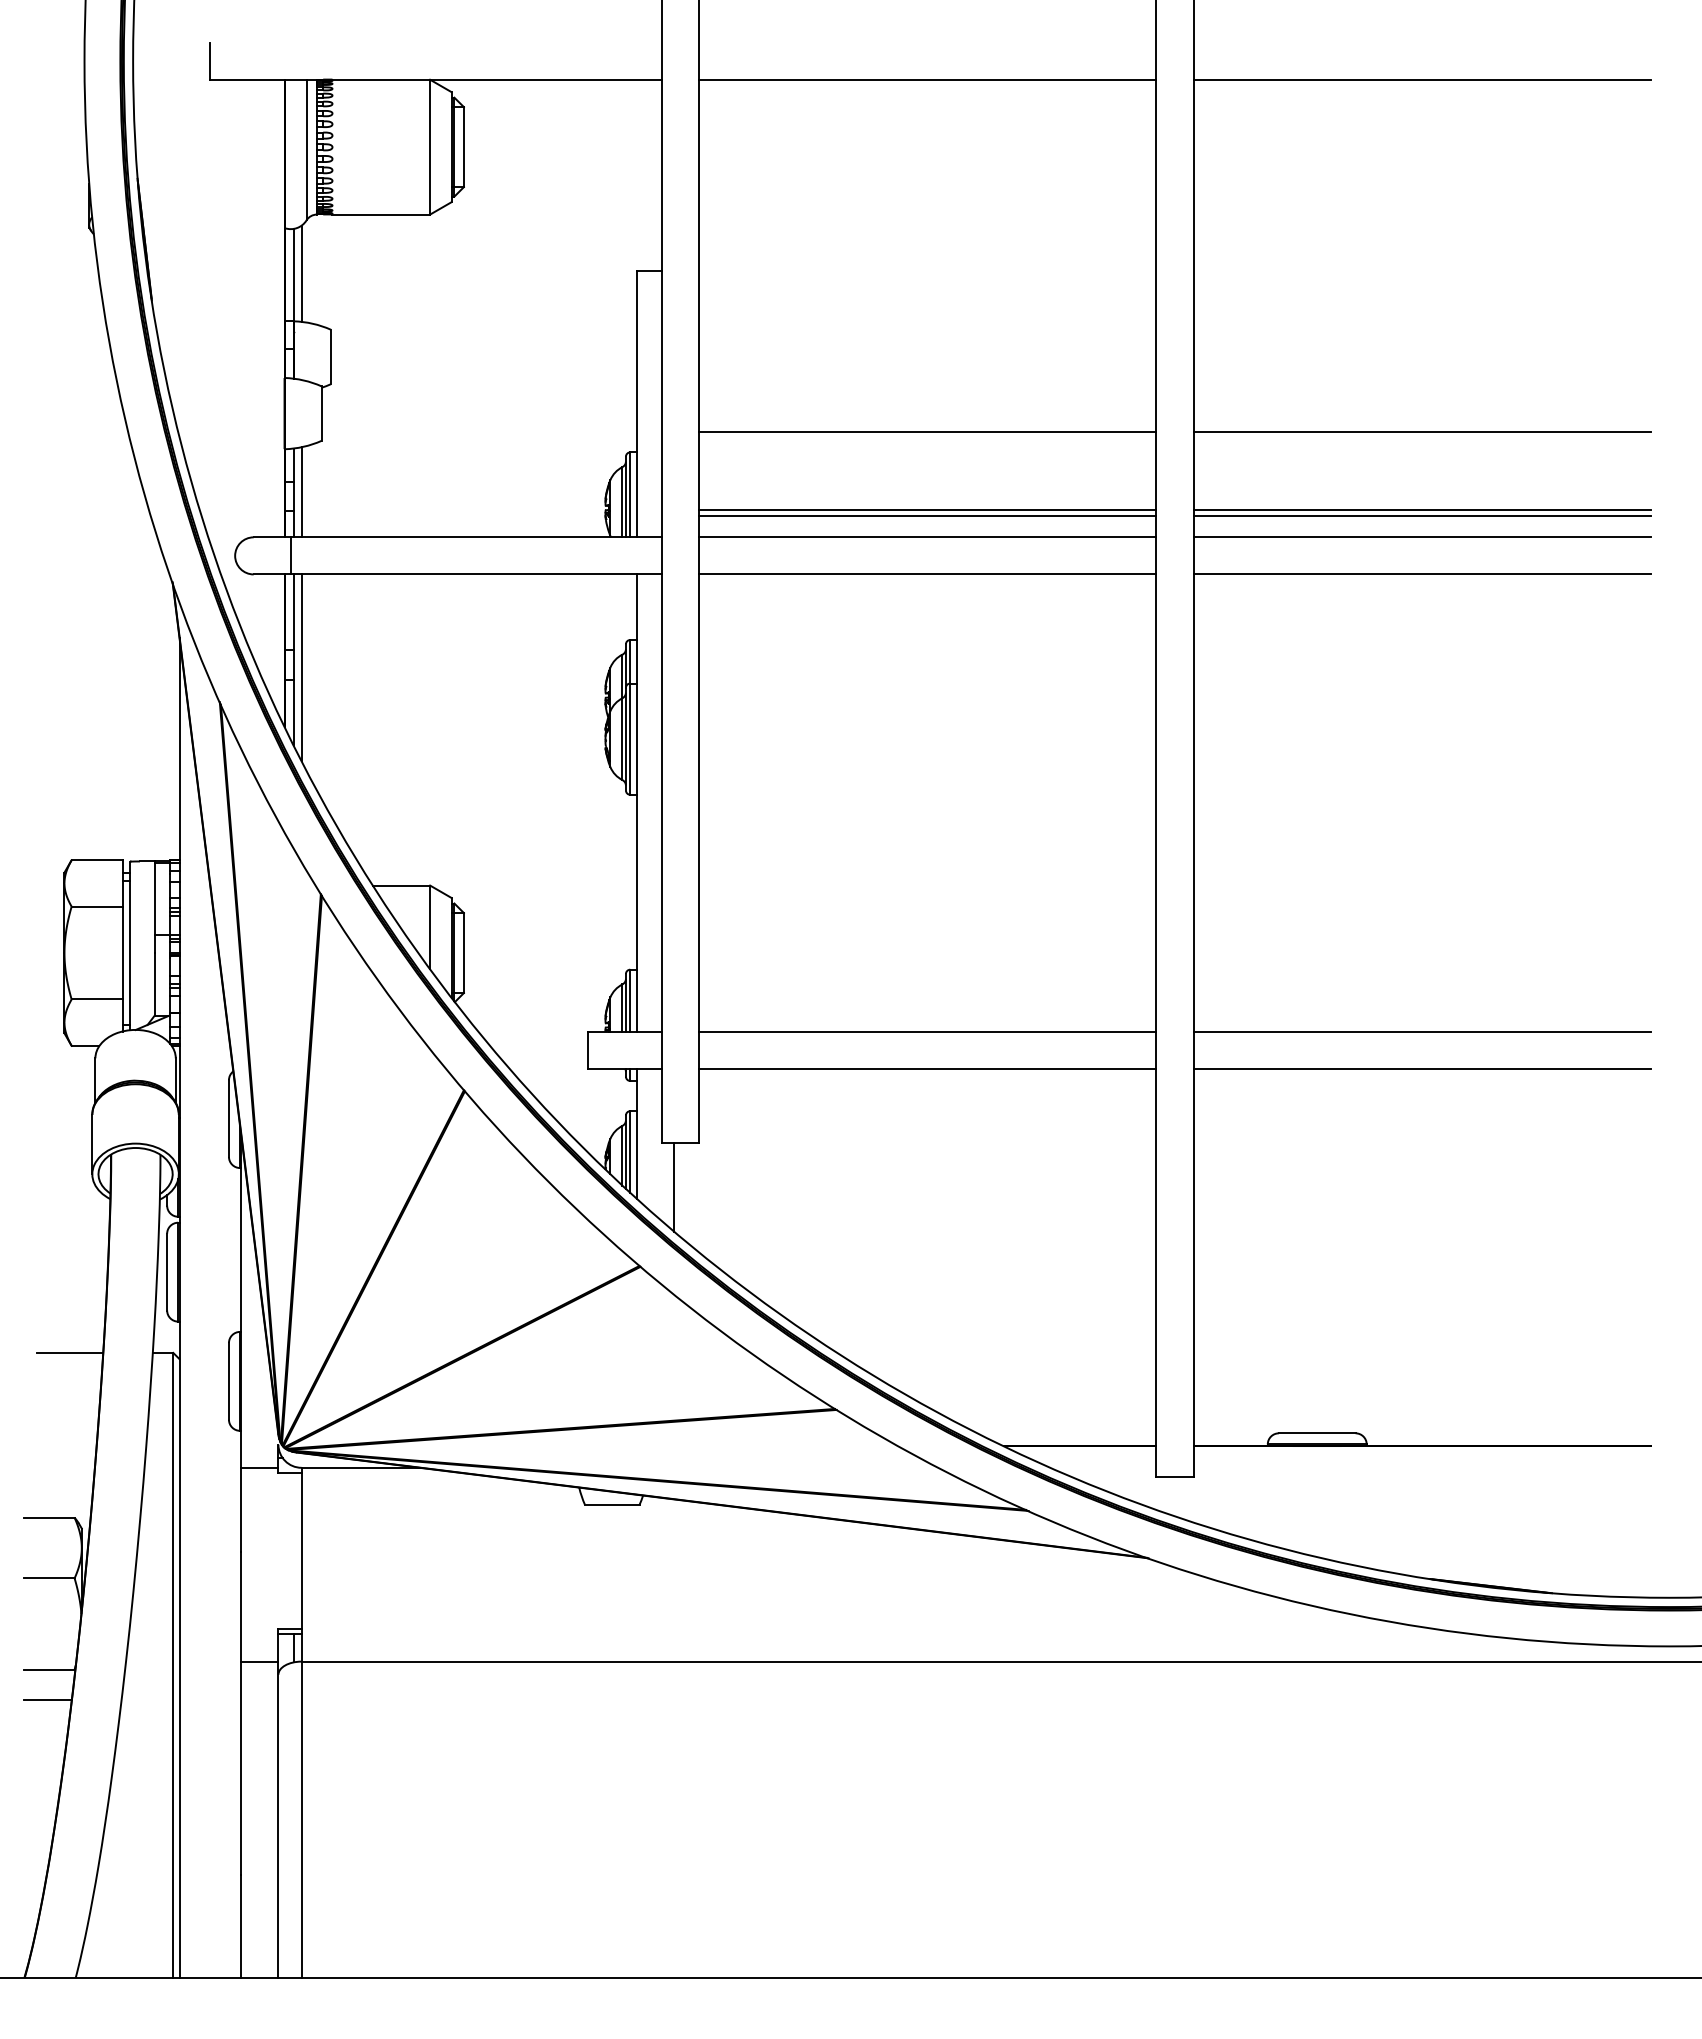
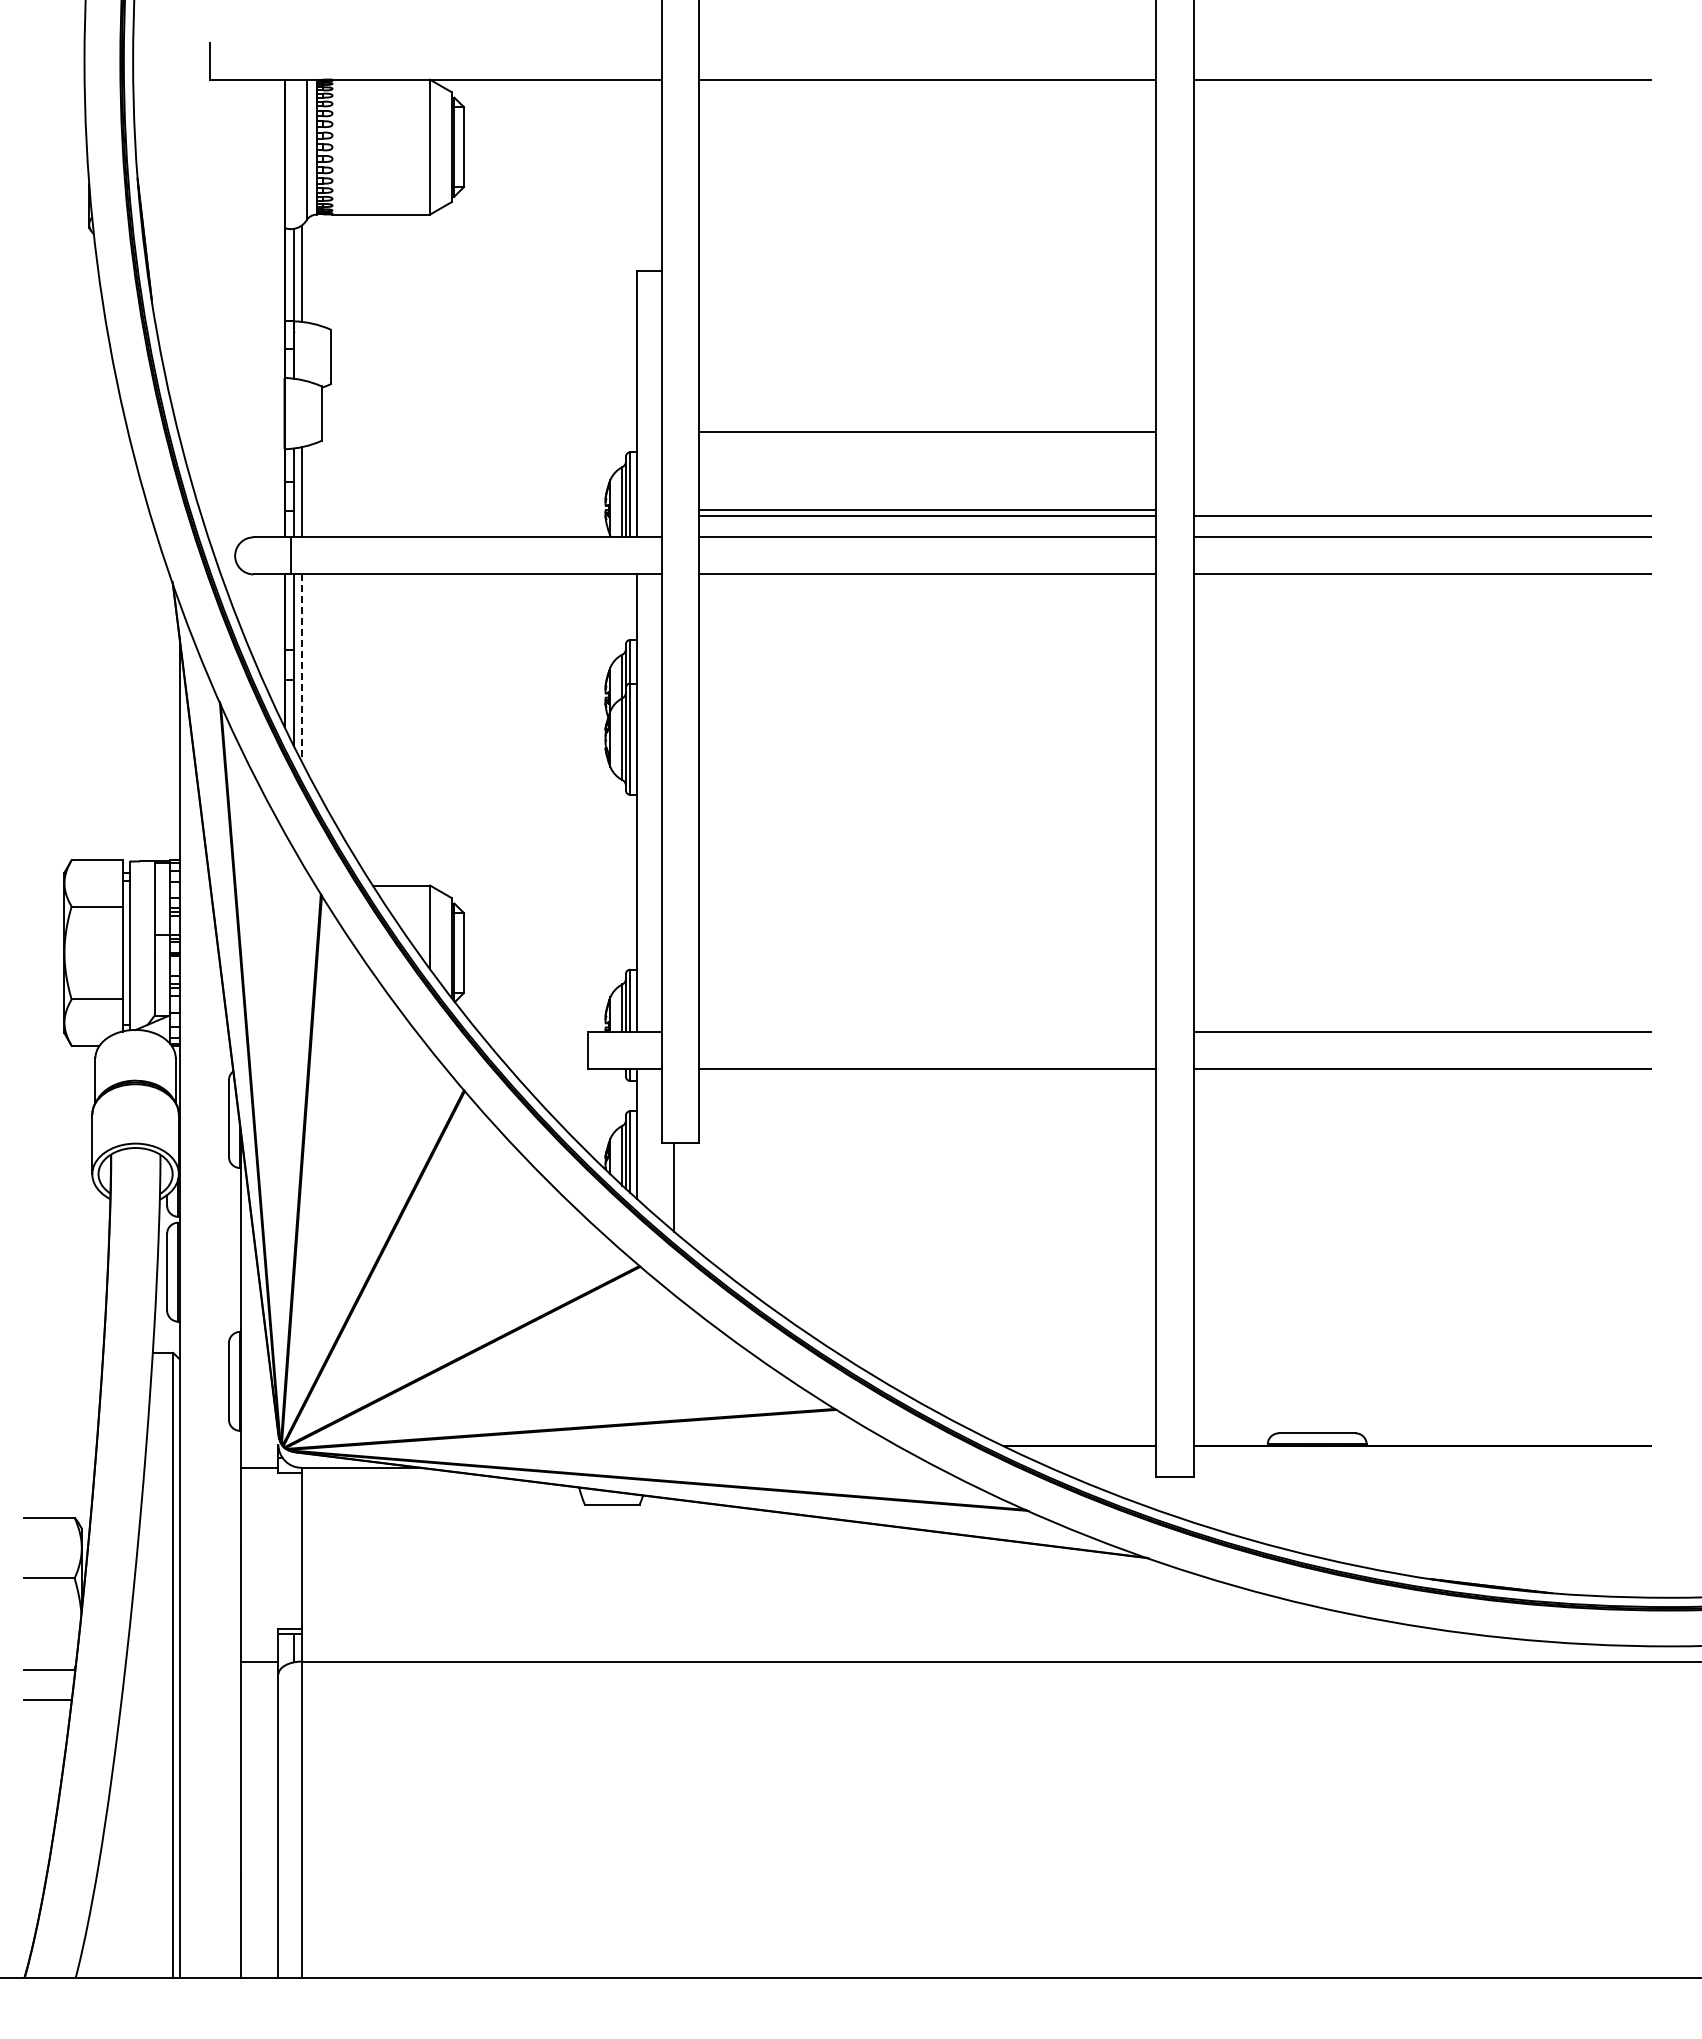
line at (1422, 432): present -> none
line at (1422, 510): present -> none
line at (301, 668): solid -> dashed
line at (927, 1032): present -> none
line at (70, 1352): present -> none
